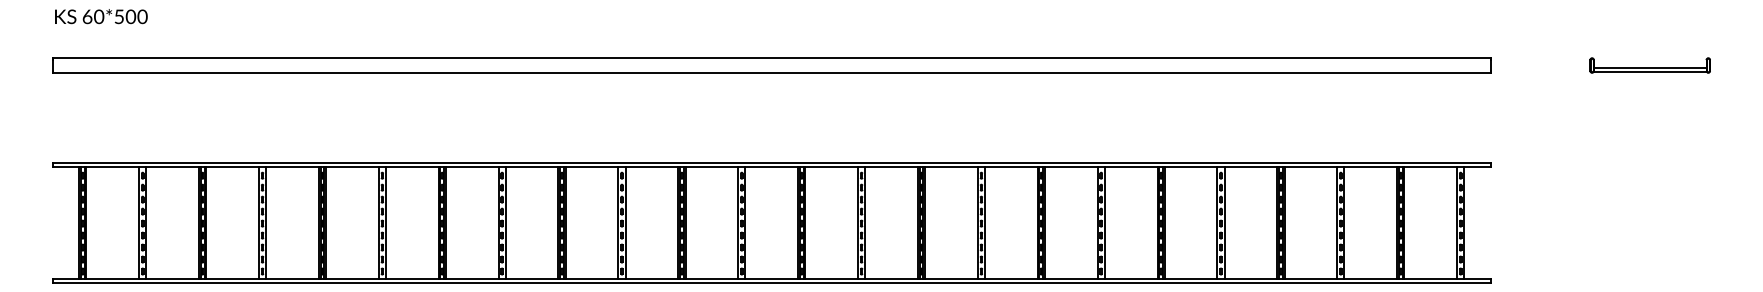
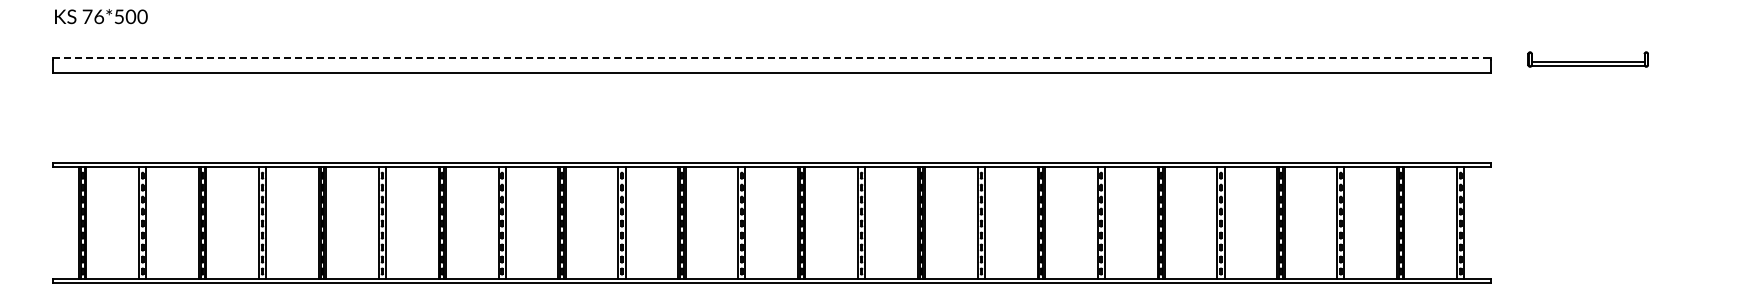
text at (93, 16): 60*500 -> 76*500
line at (771, 58): solid -> dashed
part at (1649, 65) position: (1649, 65) -> (1587, 59)
